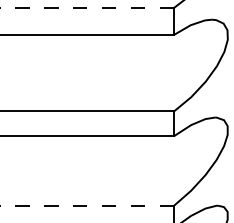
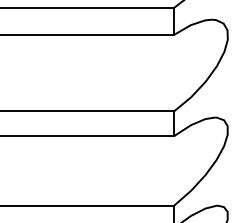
line at (87, 7): dashed -> solid
line at (87, 205): dashed -> solid
